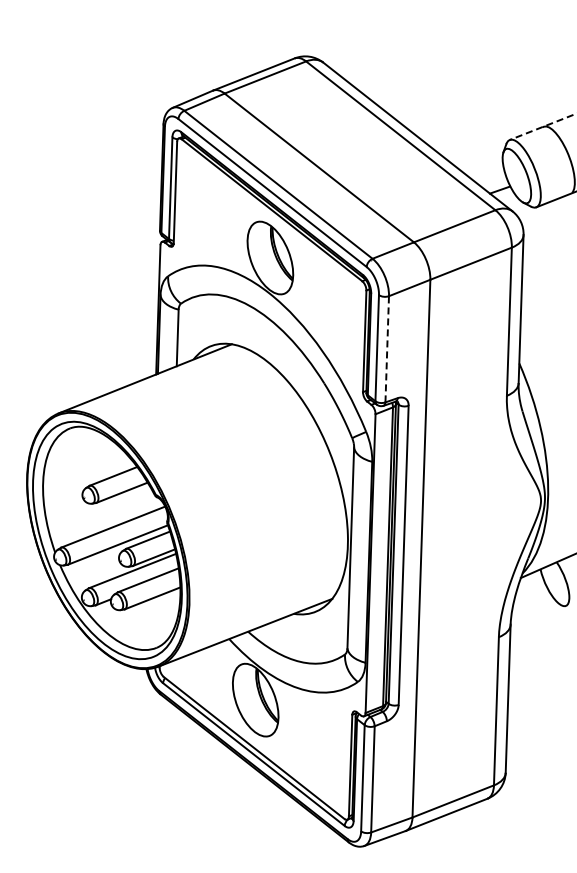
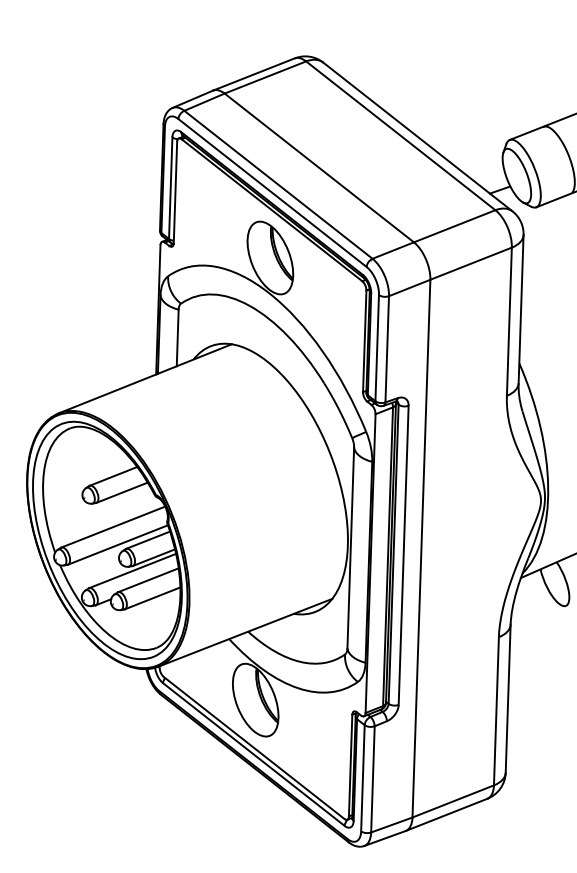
line at (543, 126): dashed -> solid
line at (387, 348): dashed -> solid
